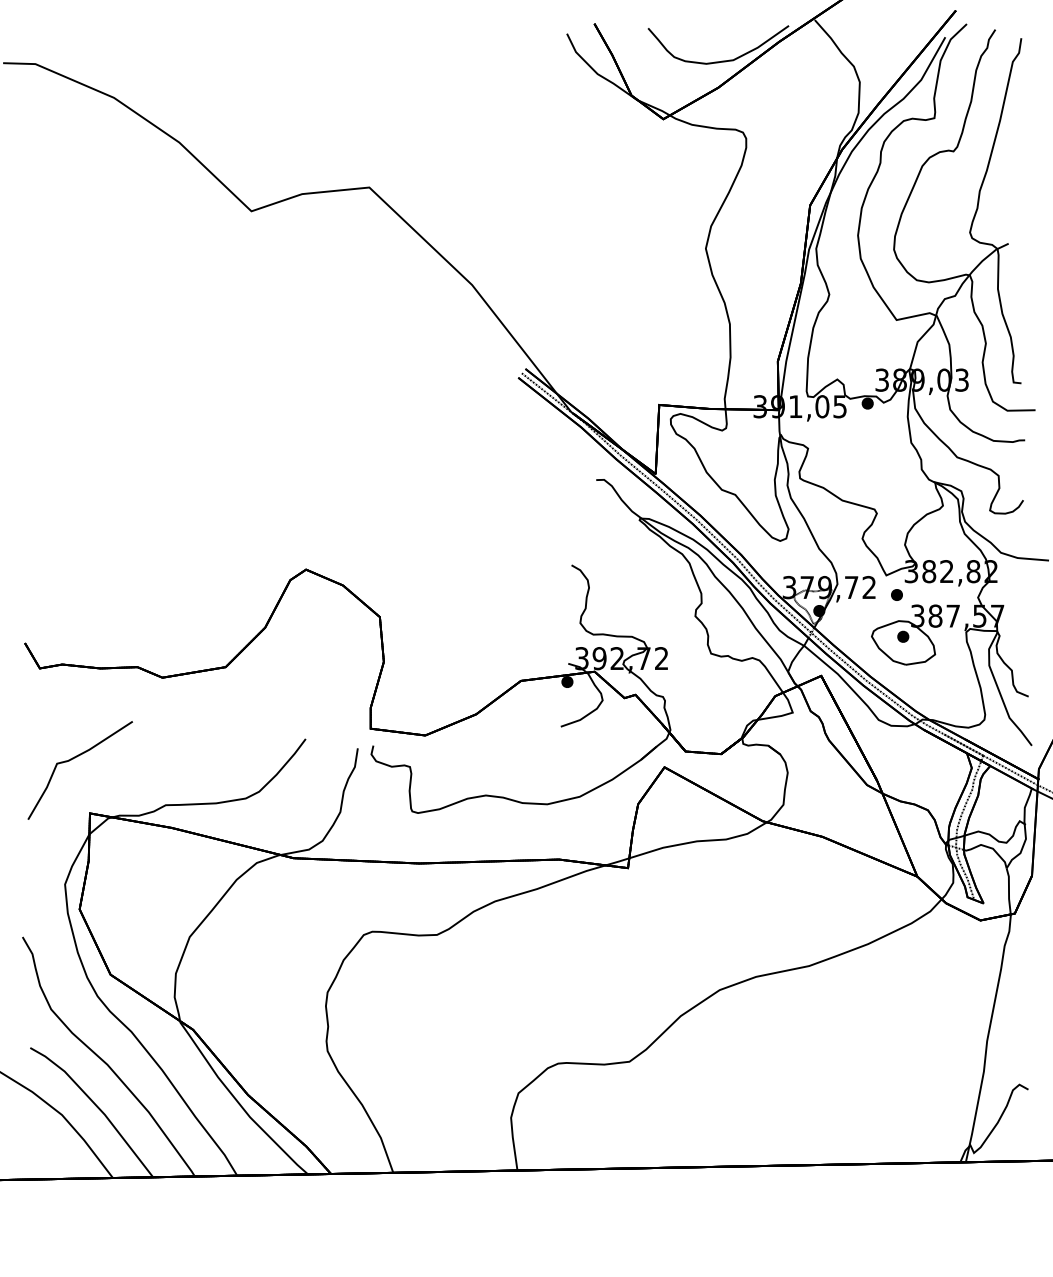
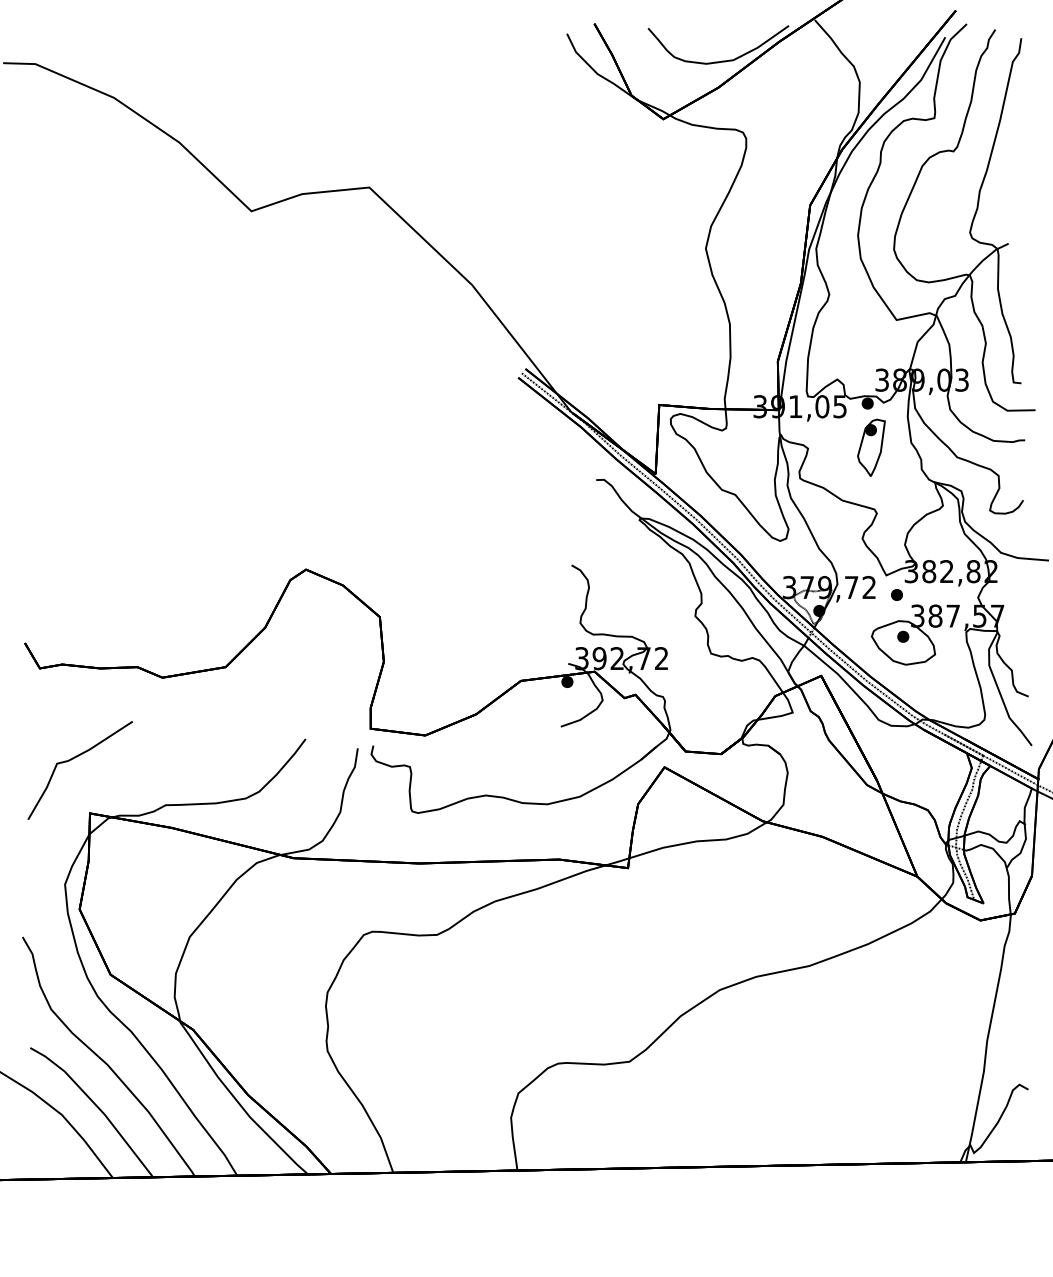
part at (871, 447): none -> present
